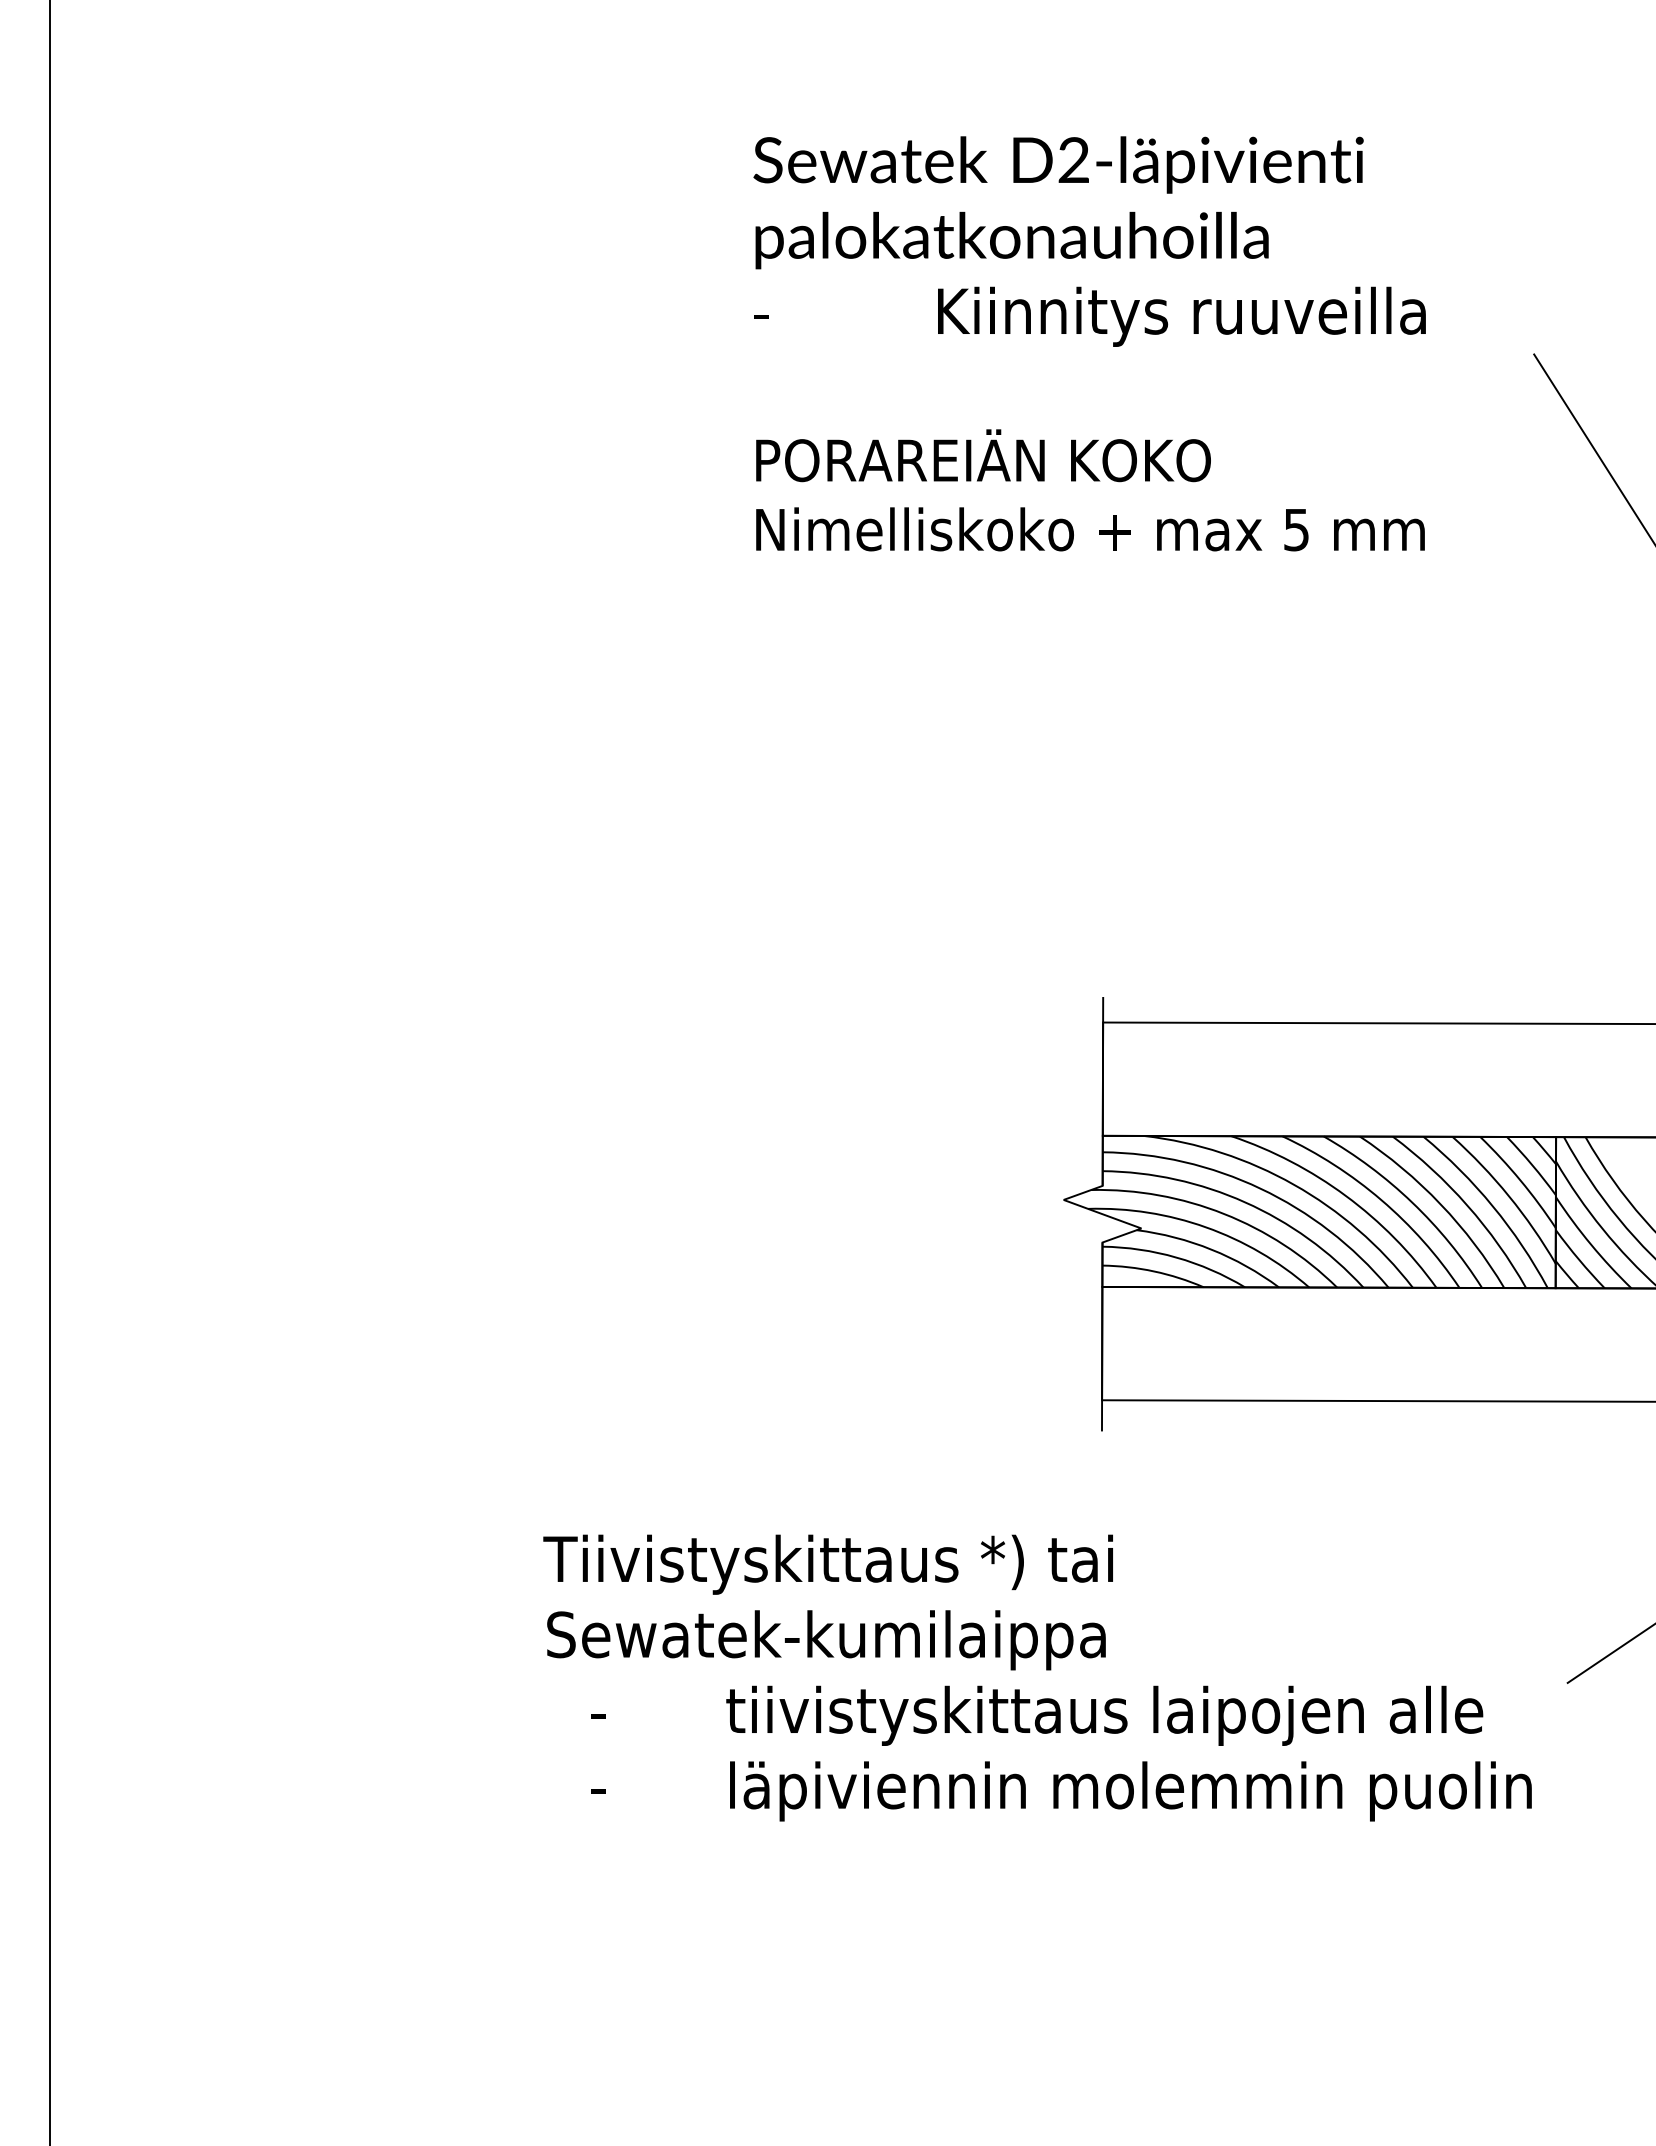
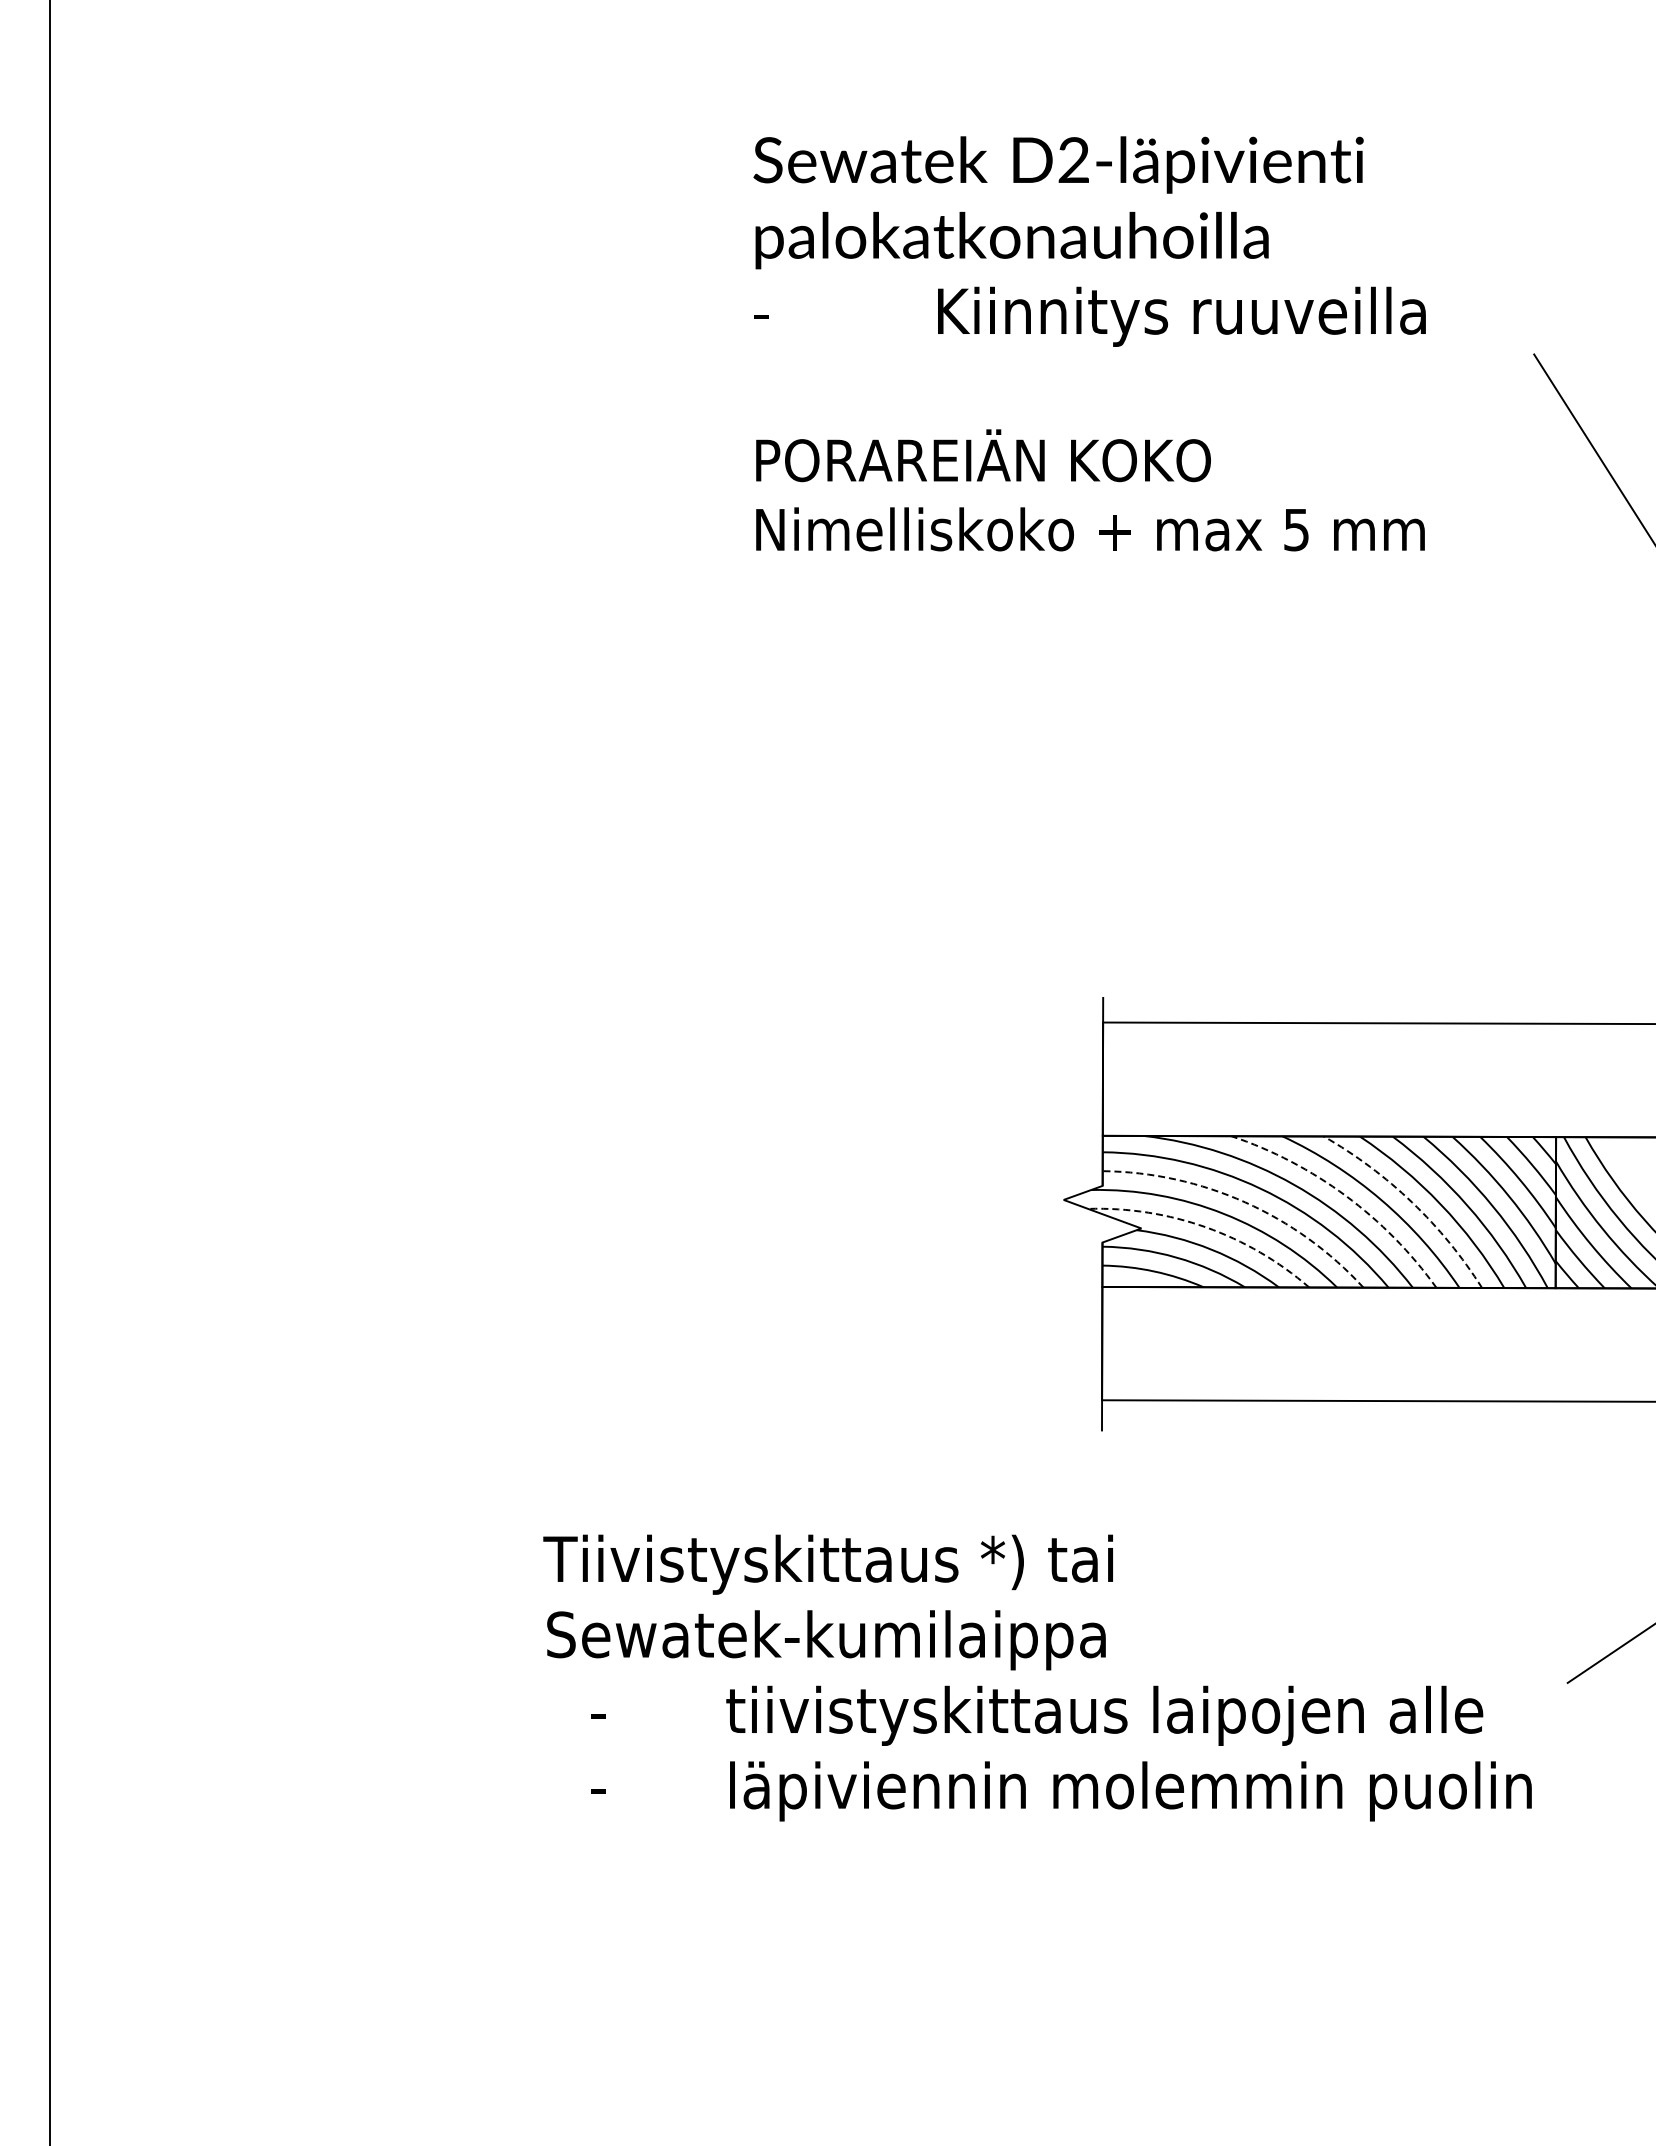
arc at (1345, 1195): solid -> dashed
arc at (1245, 1202): solid -> dashed
arc at (1412, 1202): solid -> dashed
arc at (1206, 1227): solid -> dashed
